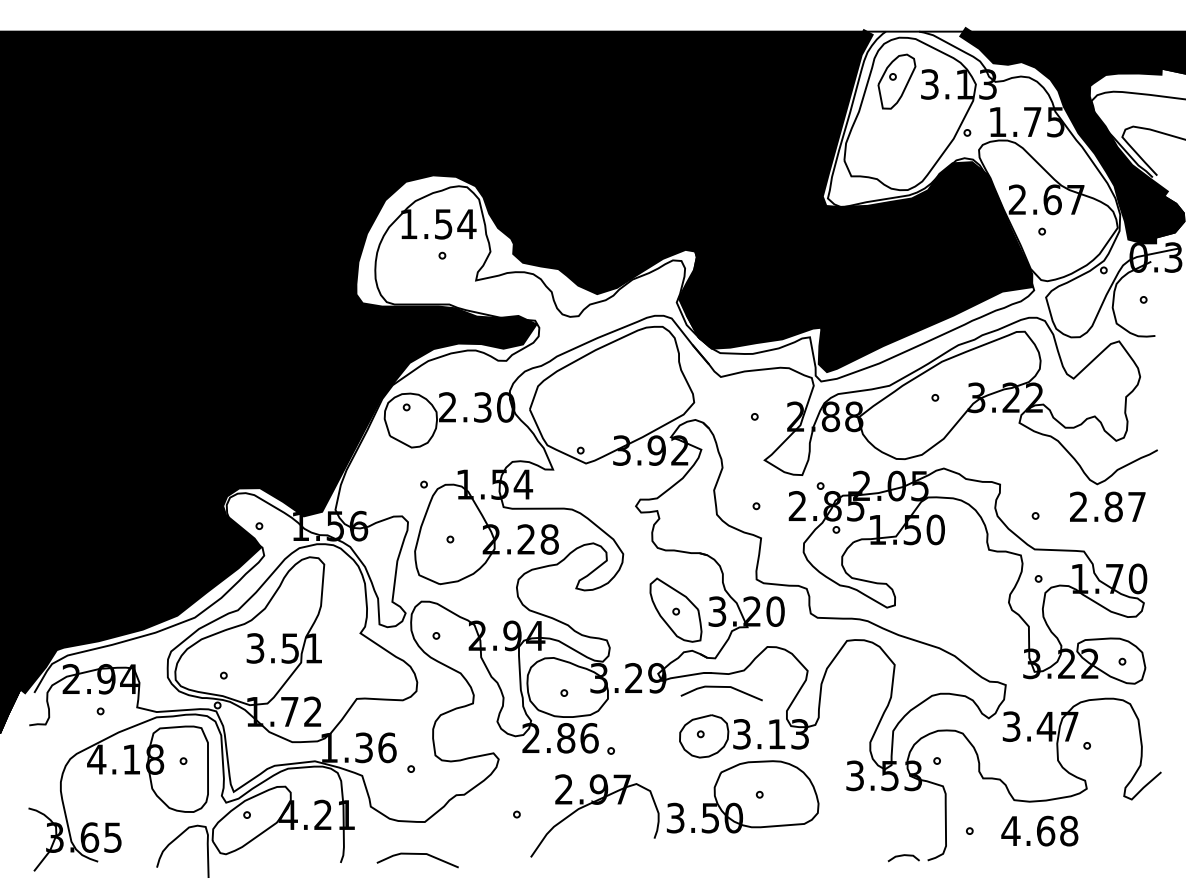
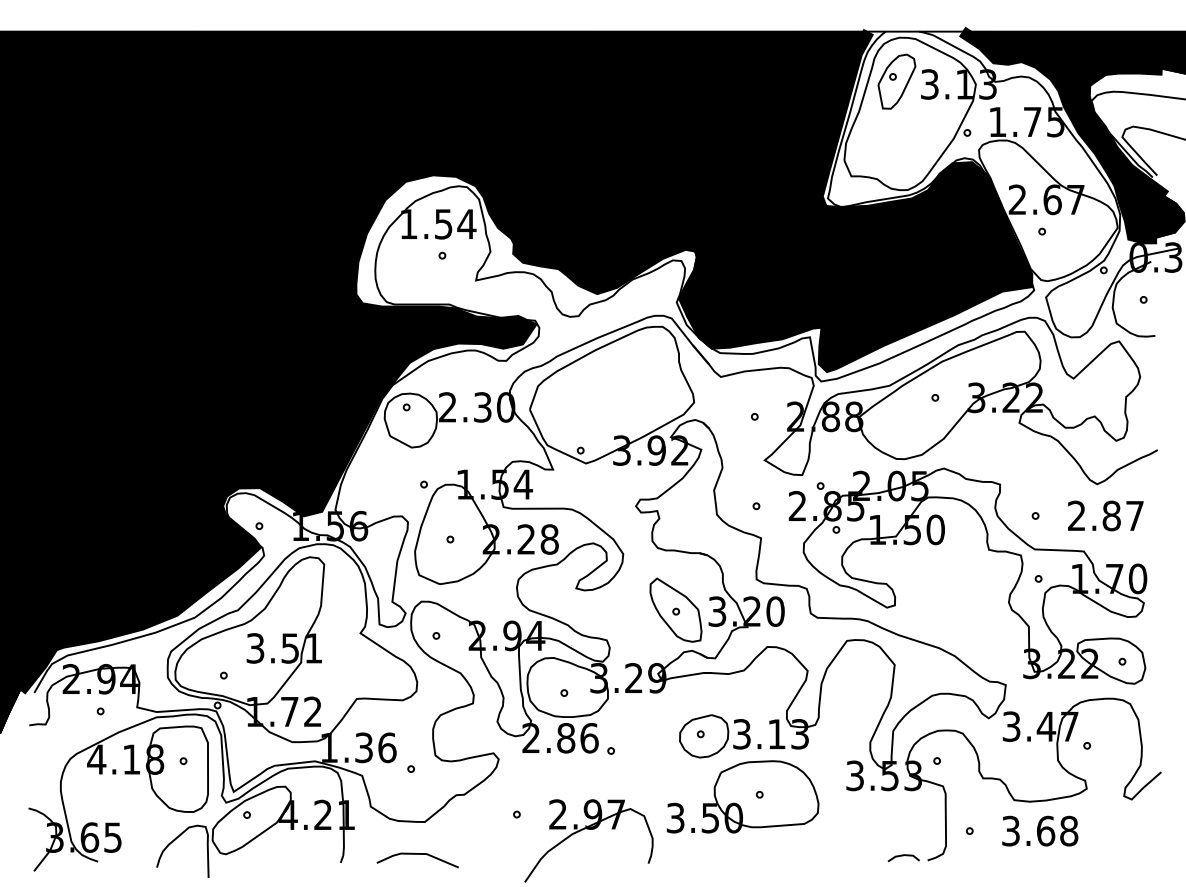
text at (1107, 506) position: (1107, 506) -> (1105, 515)
line at (721, 687): present -> none
part at (594, 804) position: (594, 804) -> (588, 829)
text at (1010, 830): 4.68 -> 3.68
